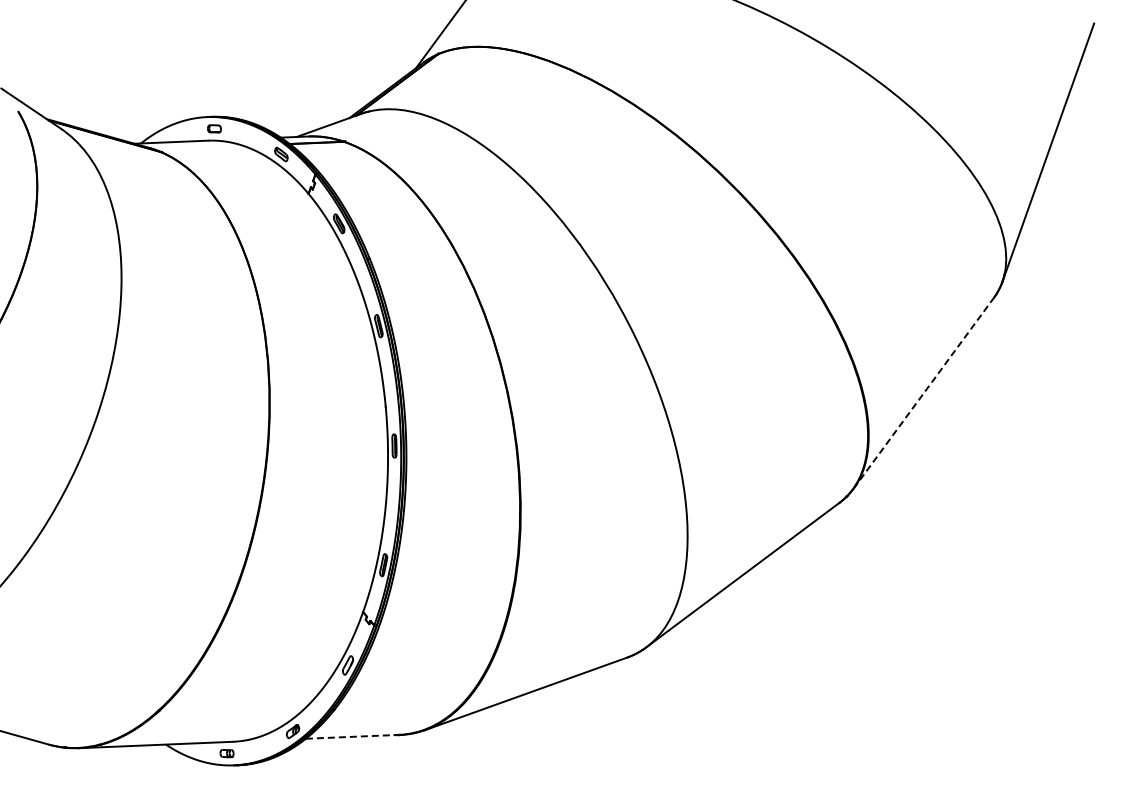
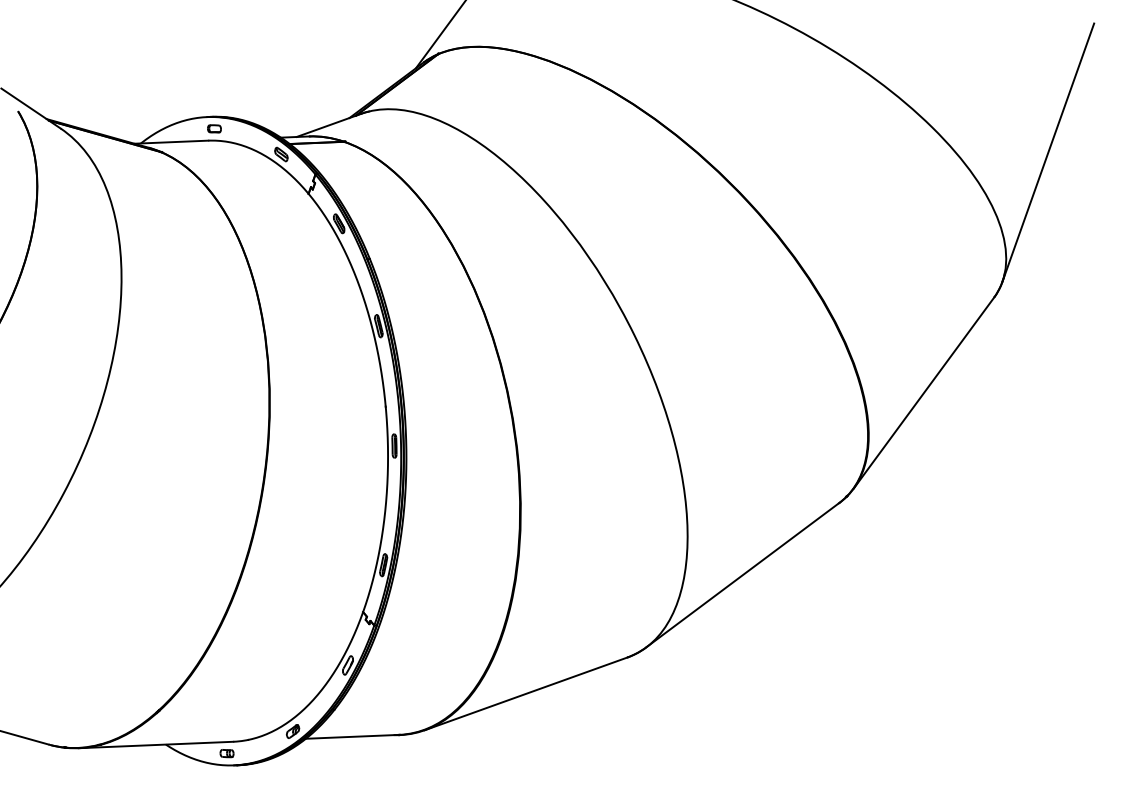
line at (923, 393): dashed -> solid
line at (352, 736): dashed -> solid
